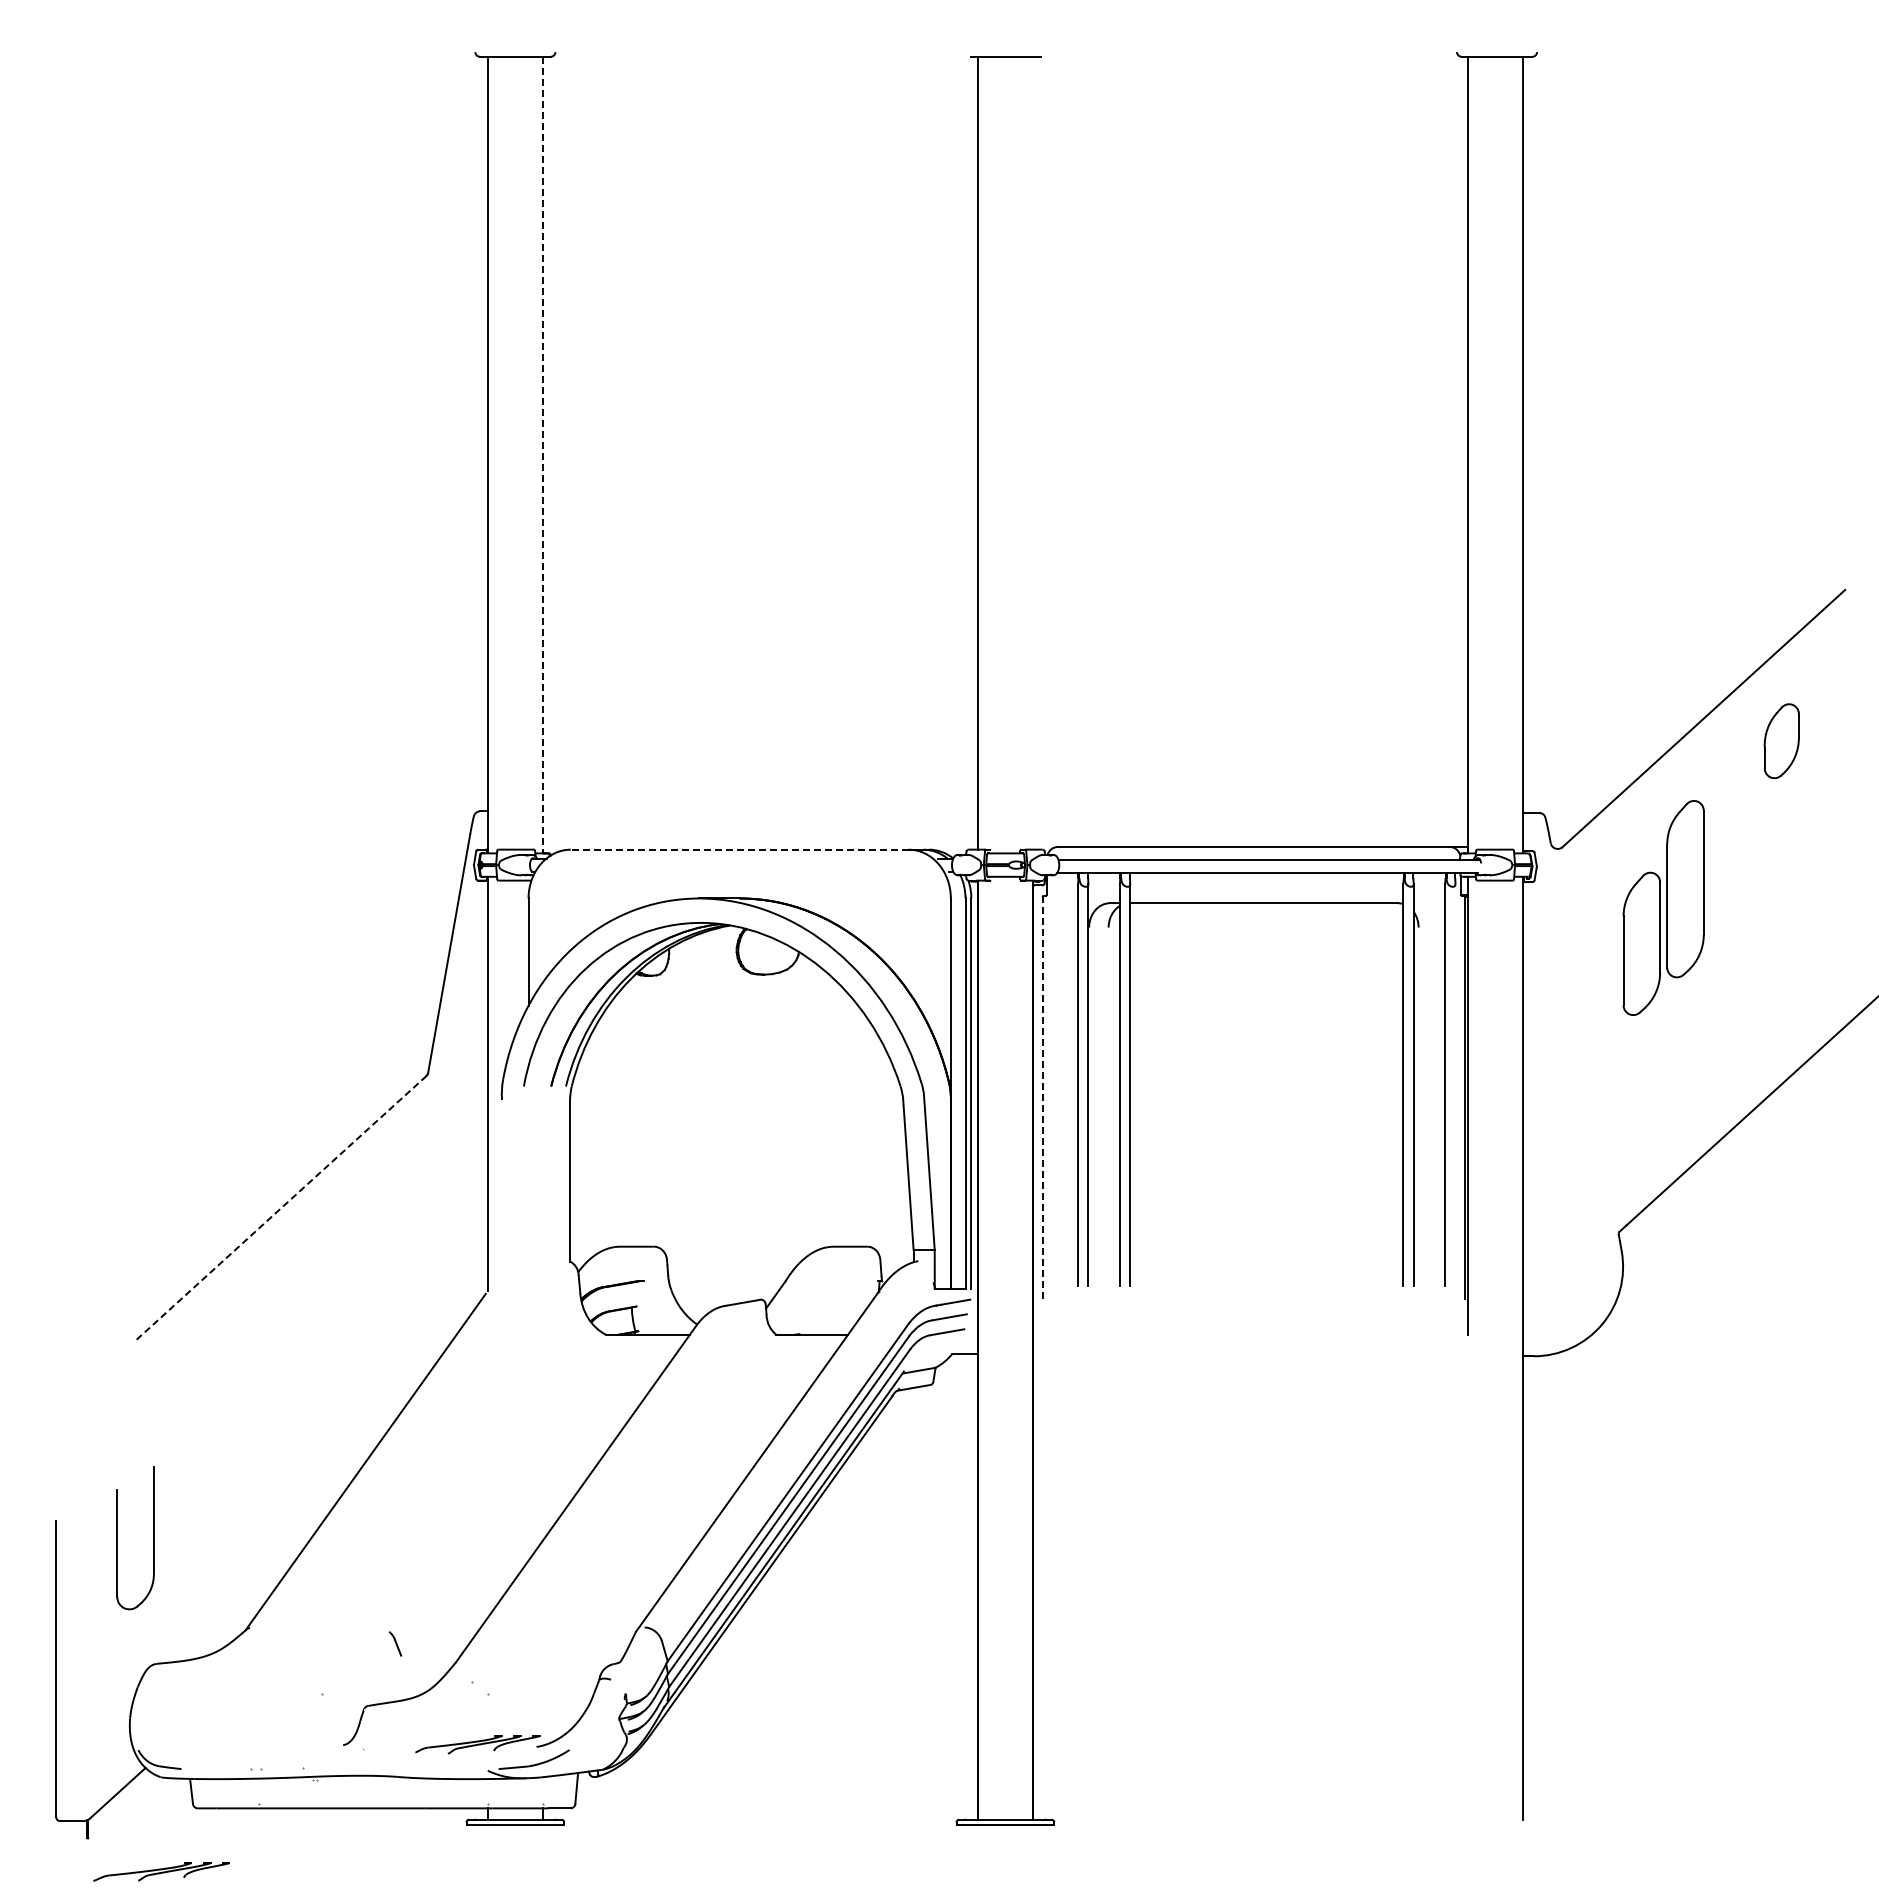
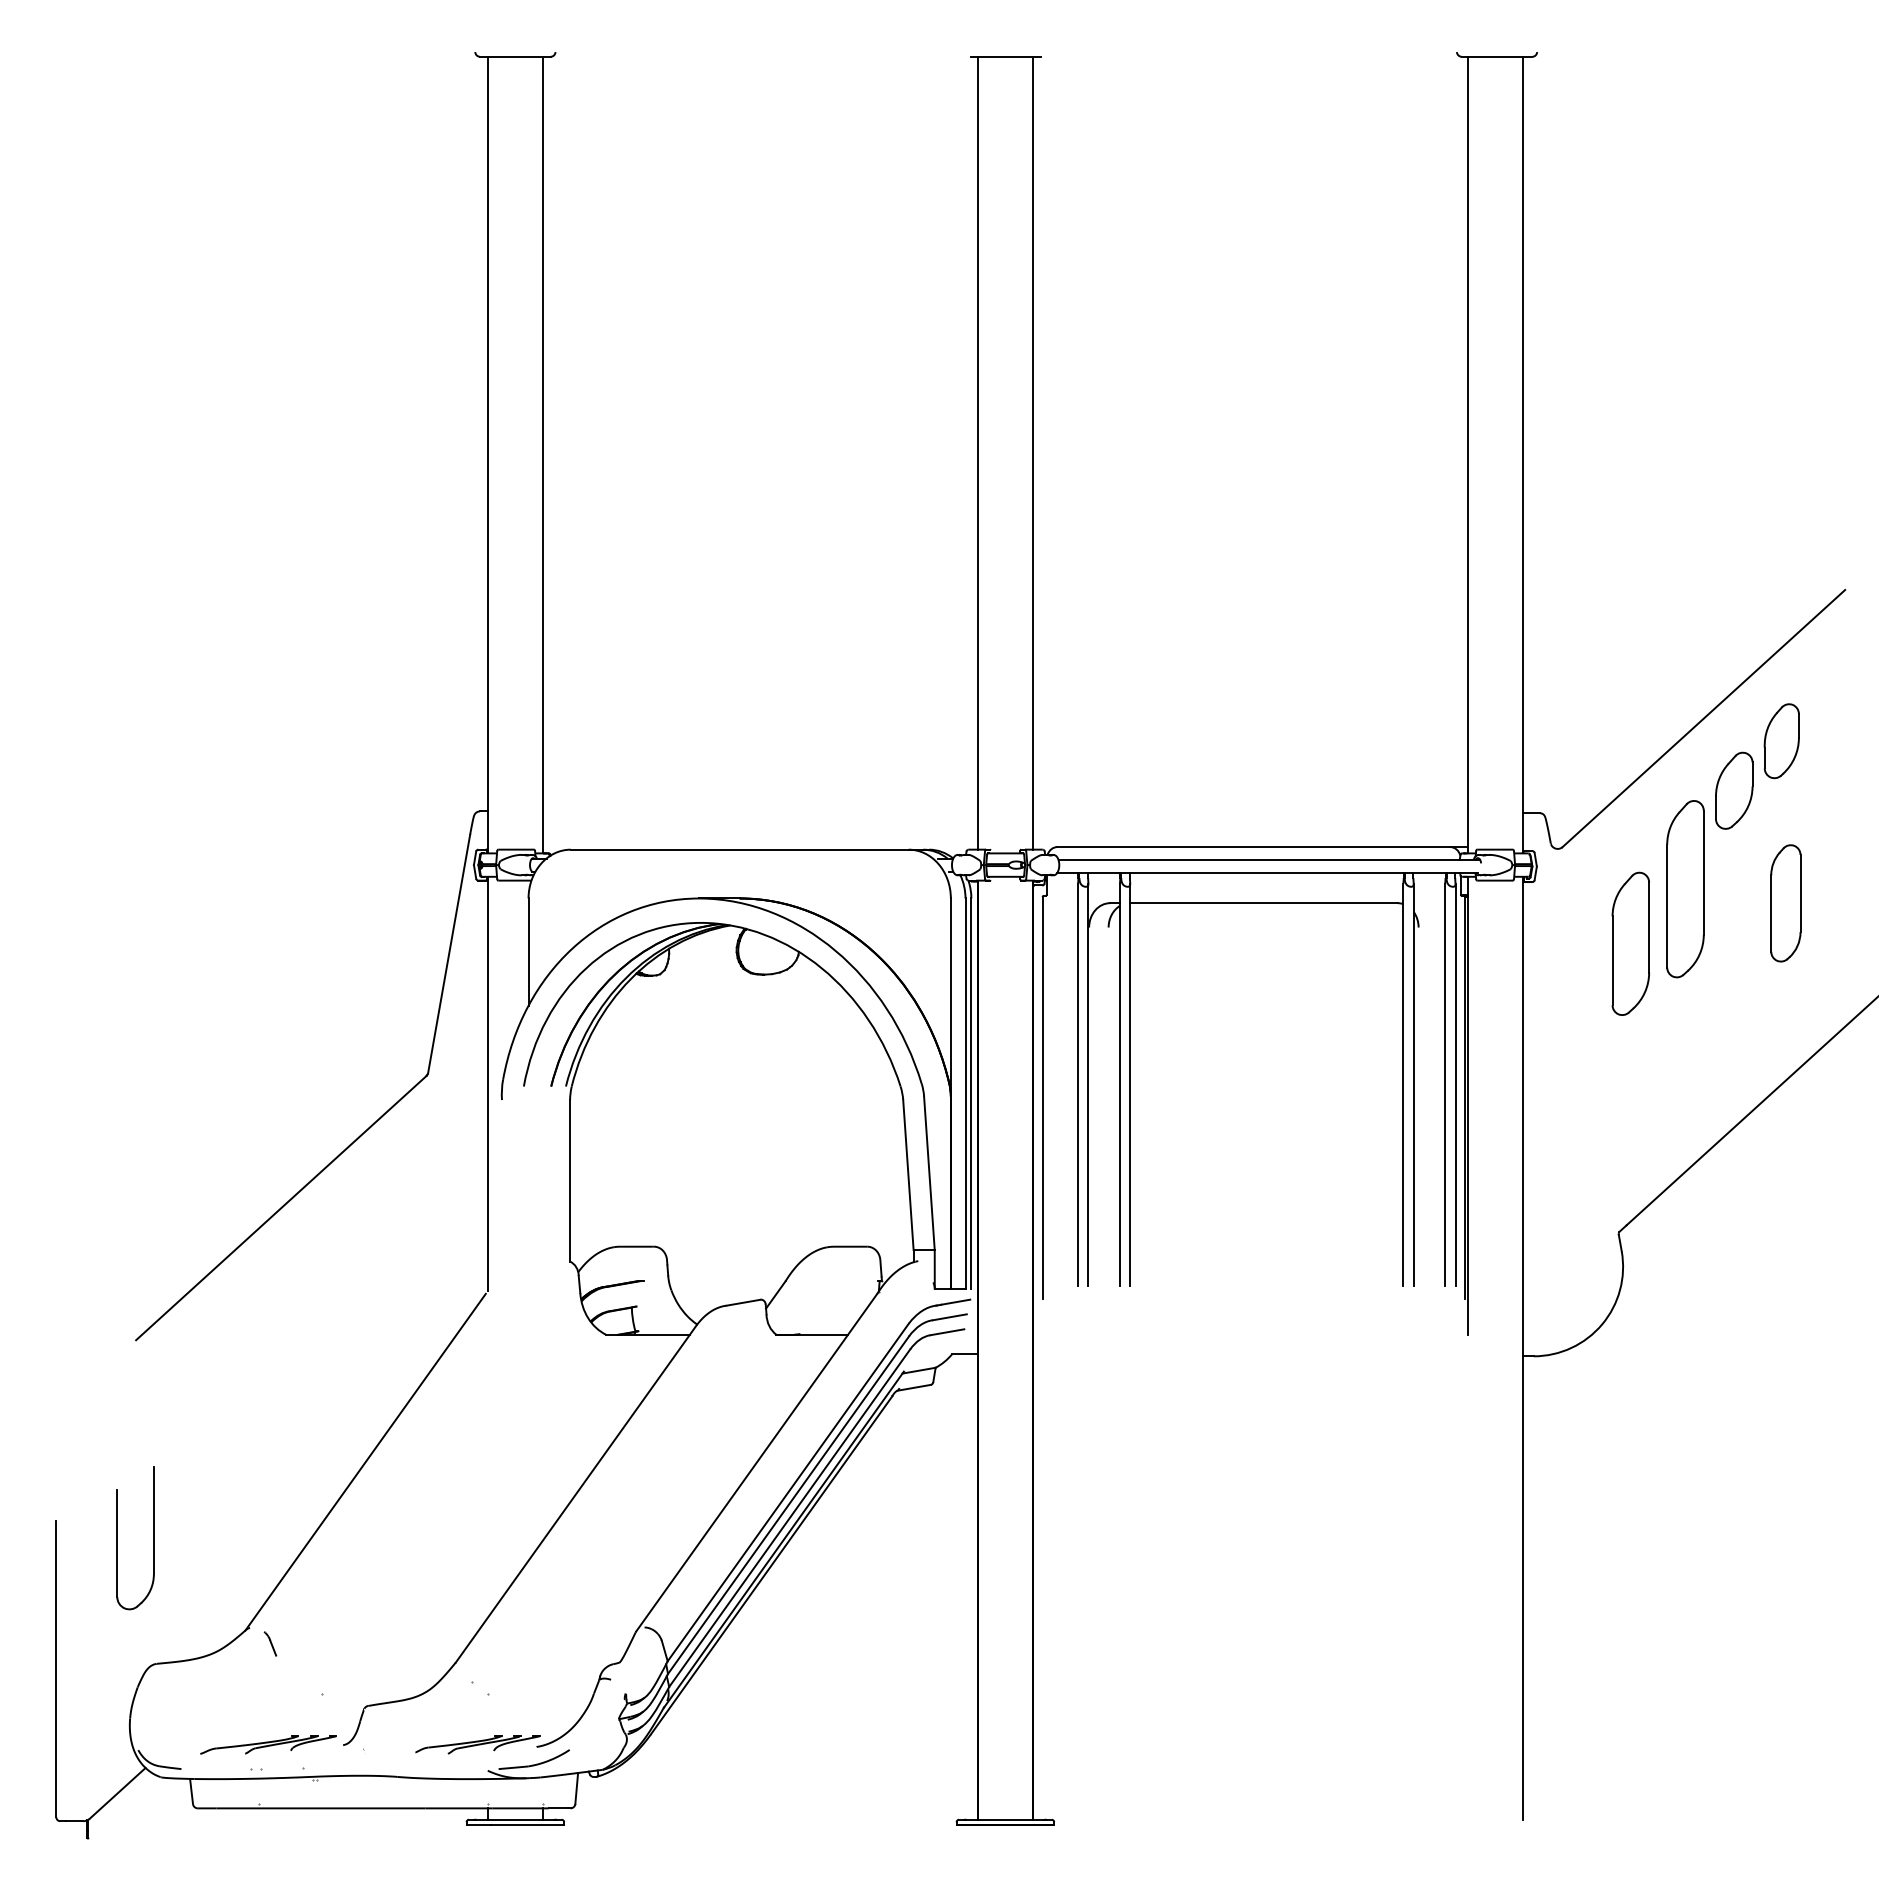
line at (1033, 452): none -> present
line at (543, 455): dashed -> solid
part at (1734, 790): none -> present
line at (739, 849): dashed -> solid
part at (1785, 903): none -> present
part at (1641, 943) position: (1641, 943) -> (1630, 943)
line at (1455, 1084): none -> present
line at (1042, 1097): dashed -> solid
line at (280, 1208): dashed -> solid
part at (395, 1643) position: (395, 1643) -> (270, 1643)
part at (161, 1871) position: (161, 1871) -> (268, 1744)
